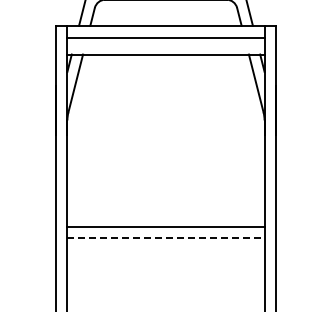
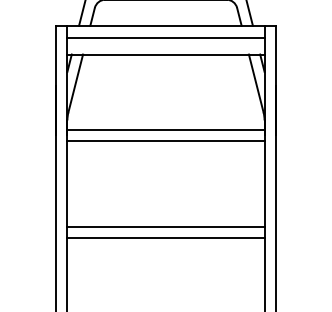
line at (165, 129): none -> present
line at (165, 140): none -> present
line at (165, 238): dashed -> solid
